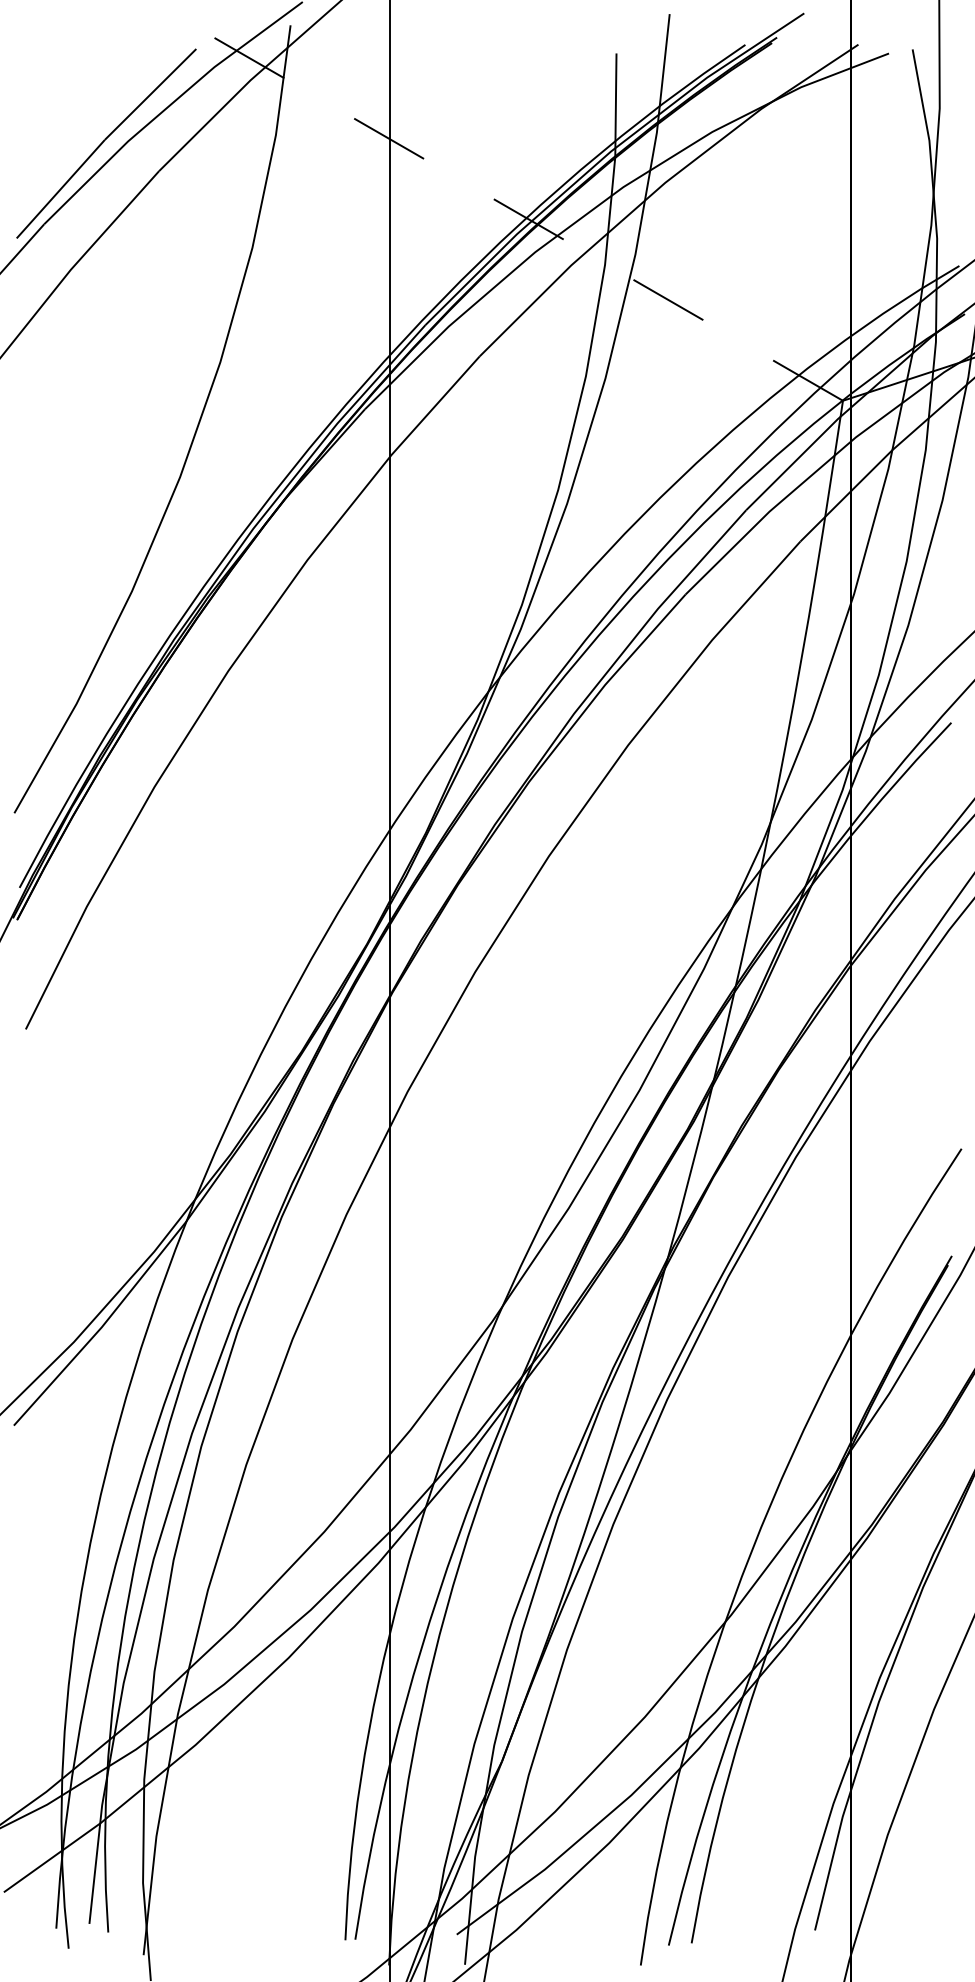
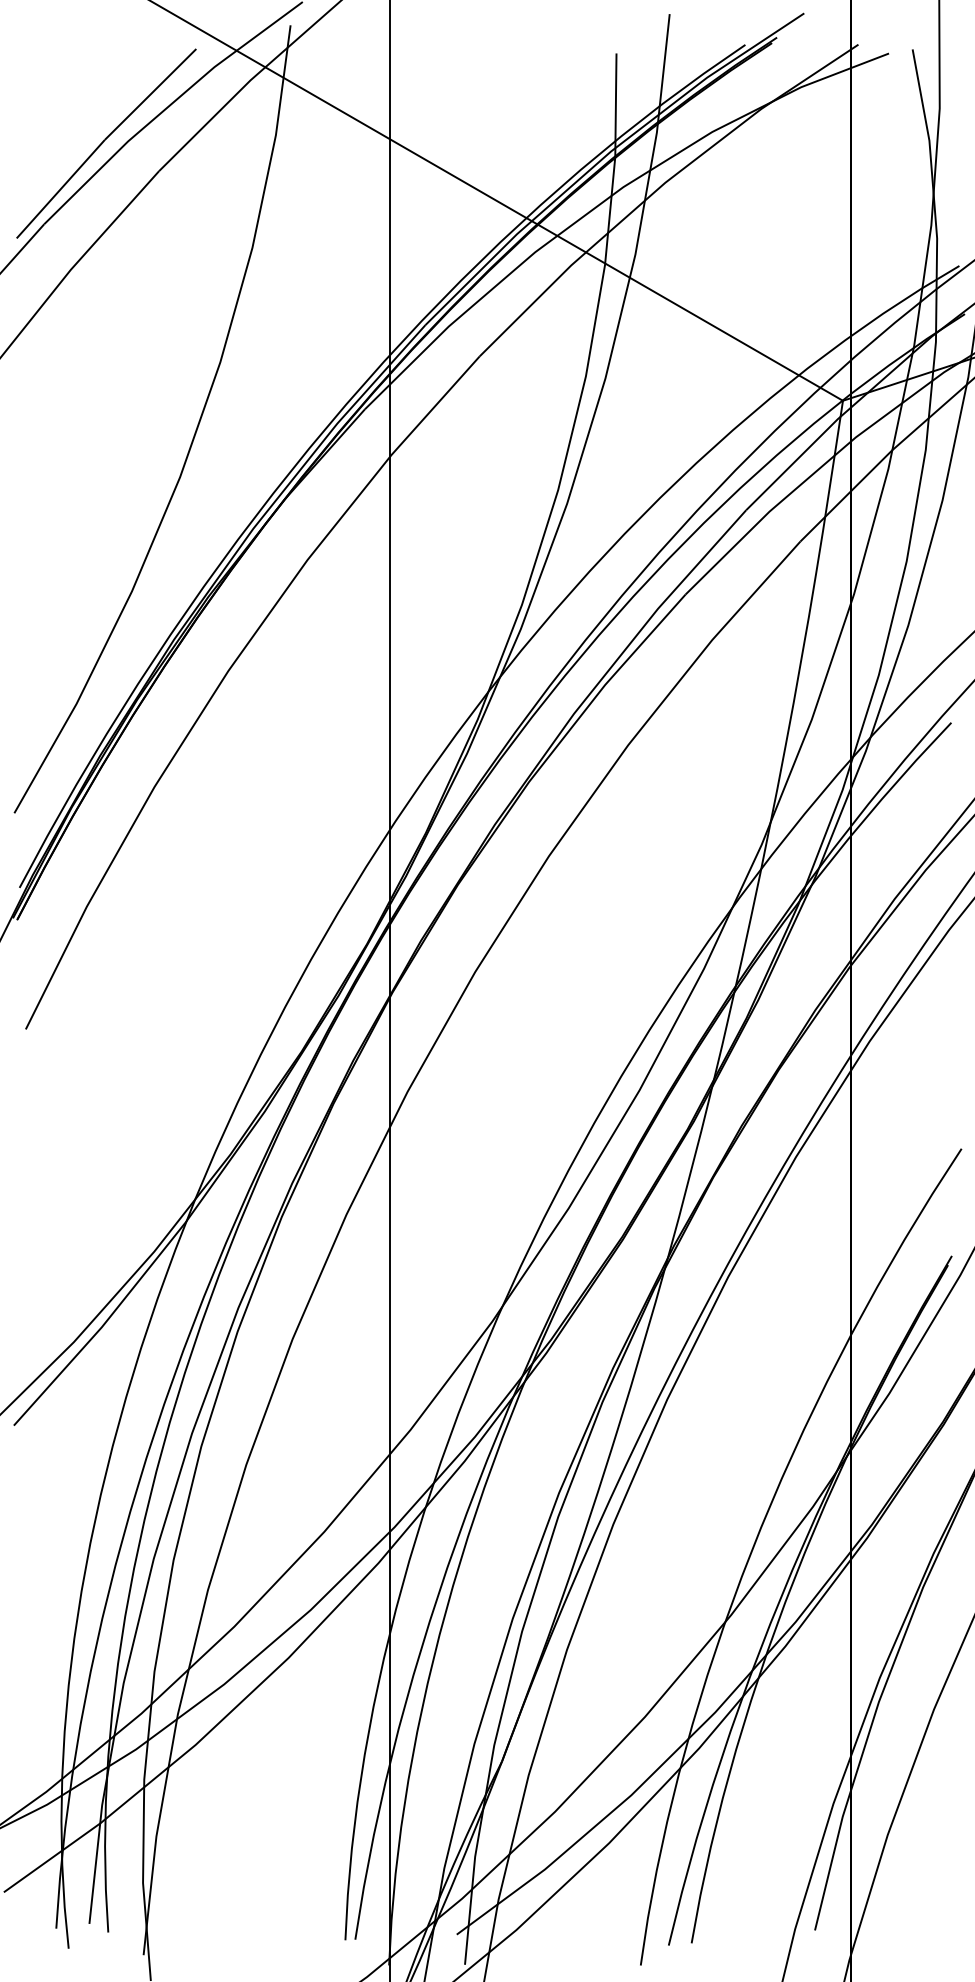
line at (495, 200): dashed -> solid
